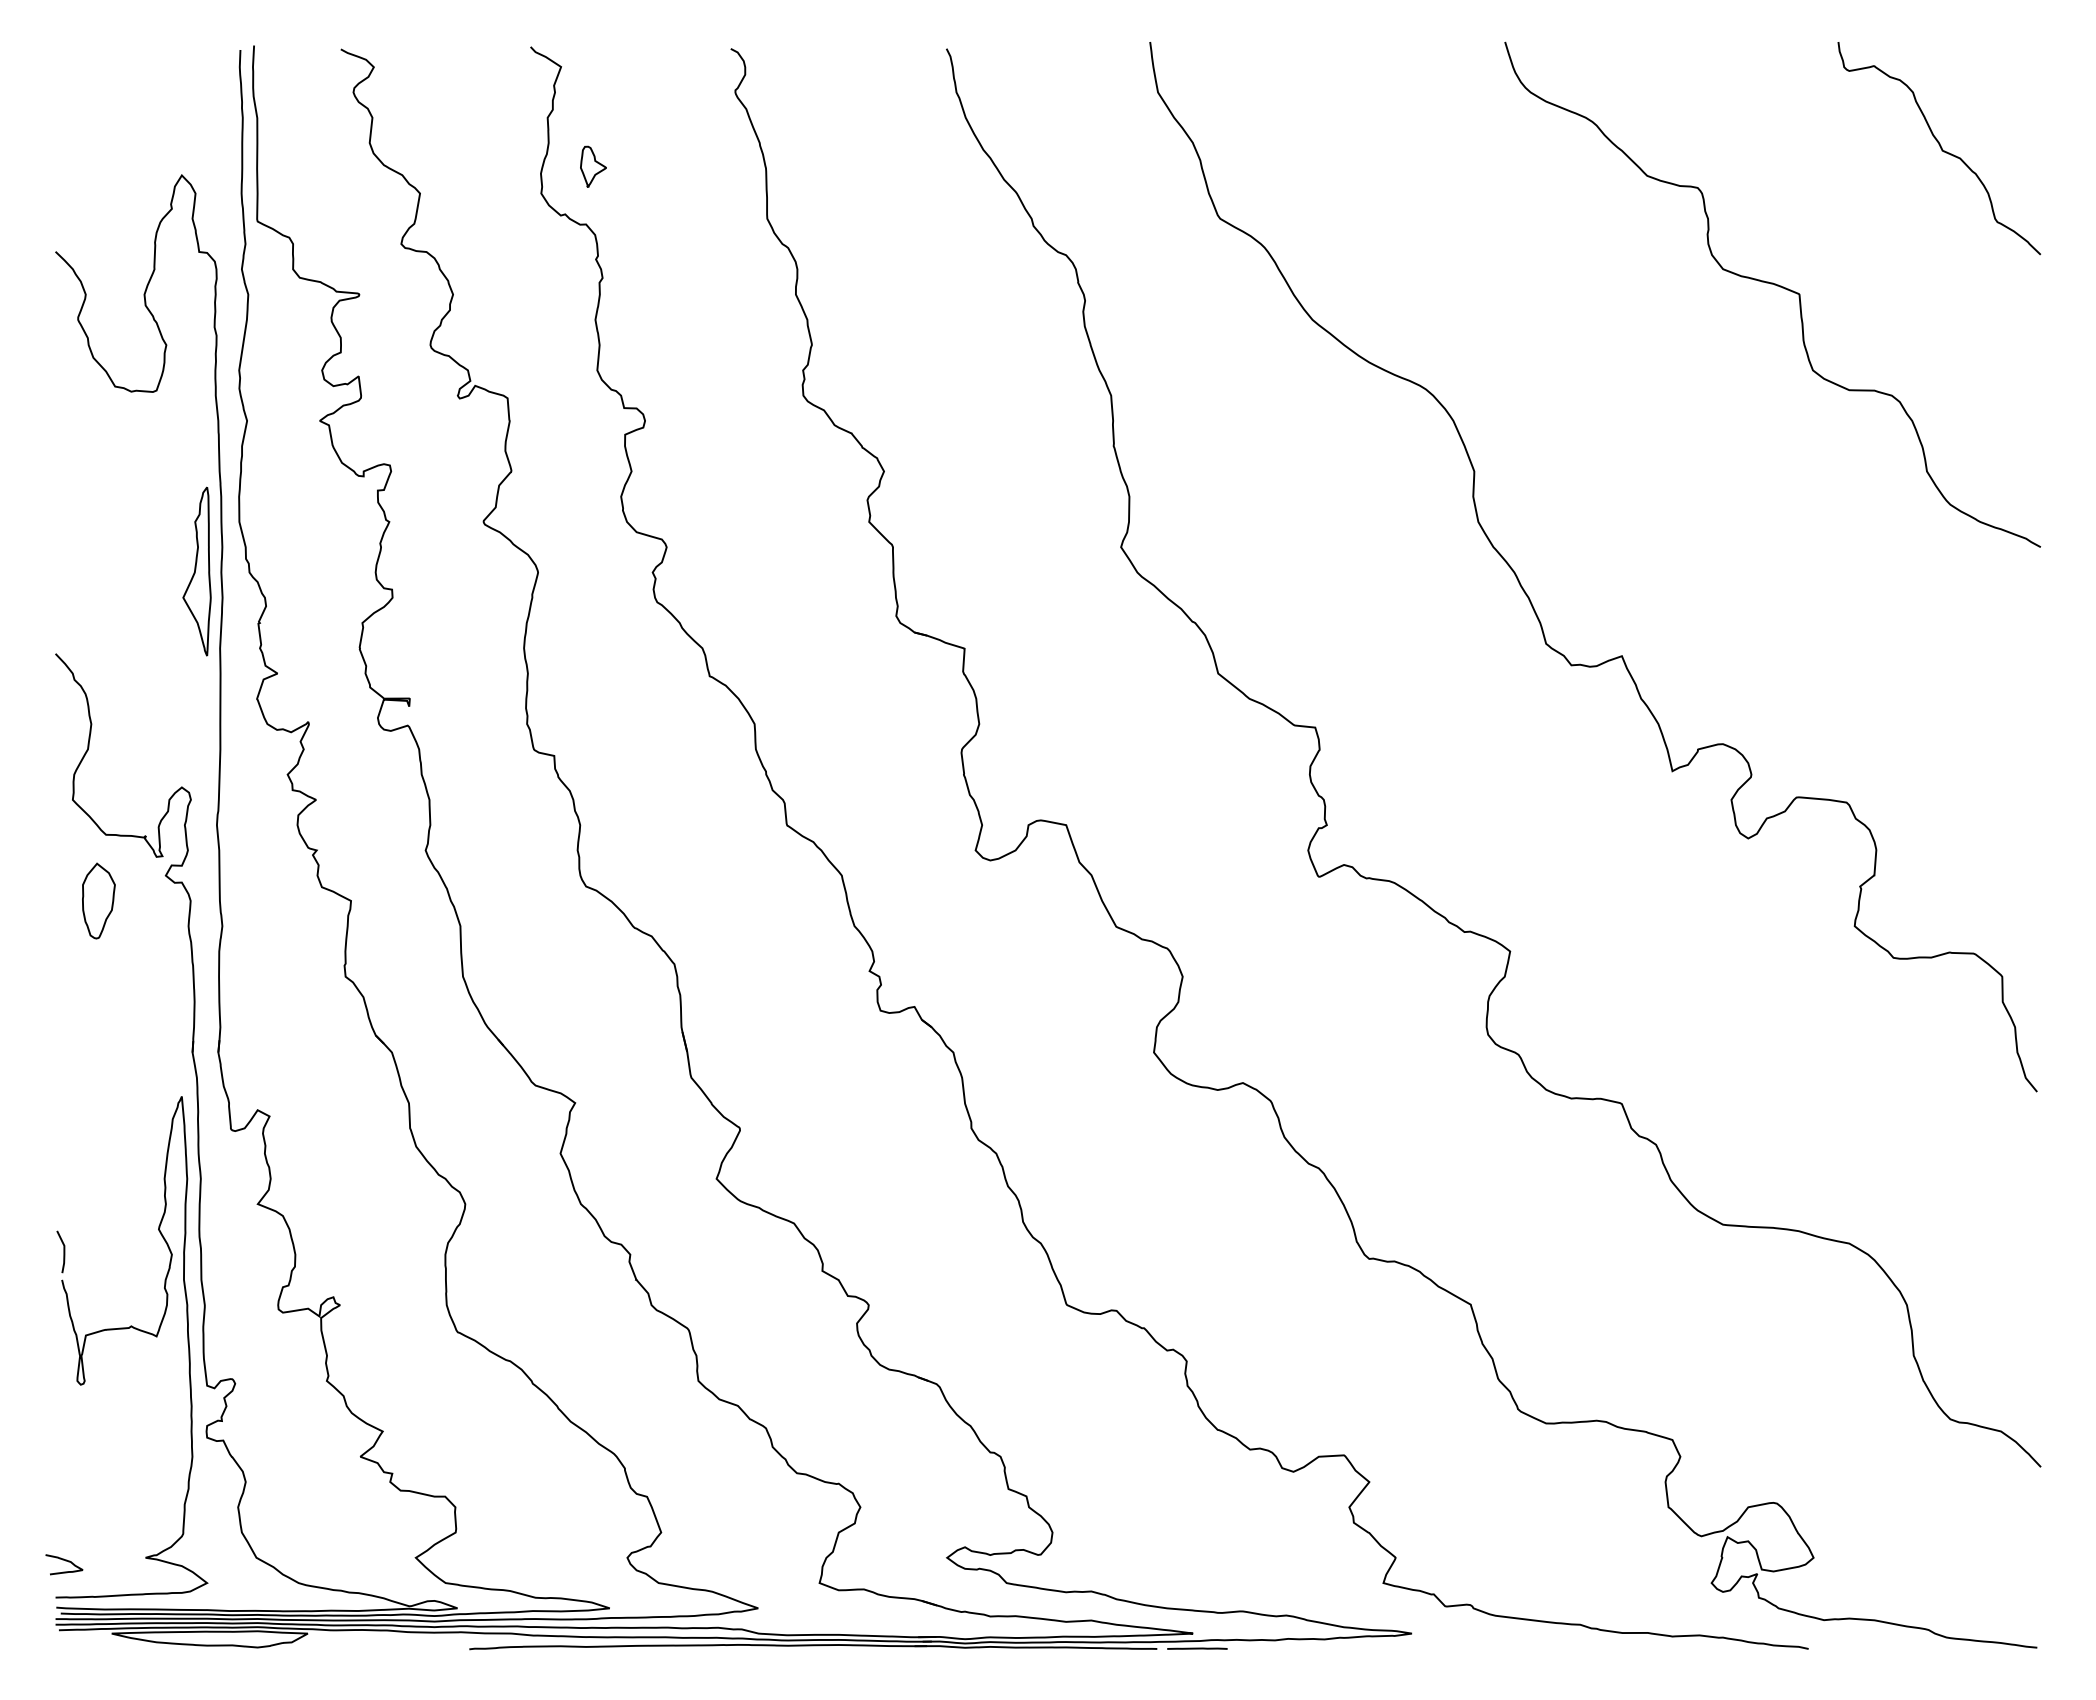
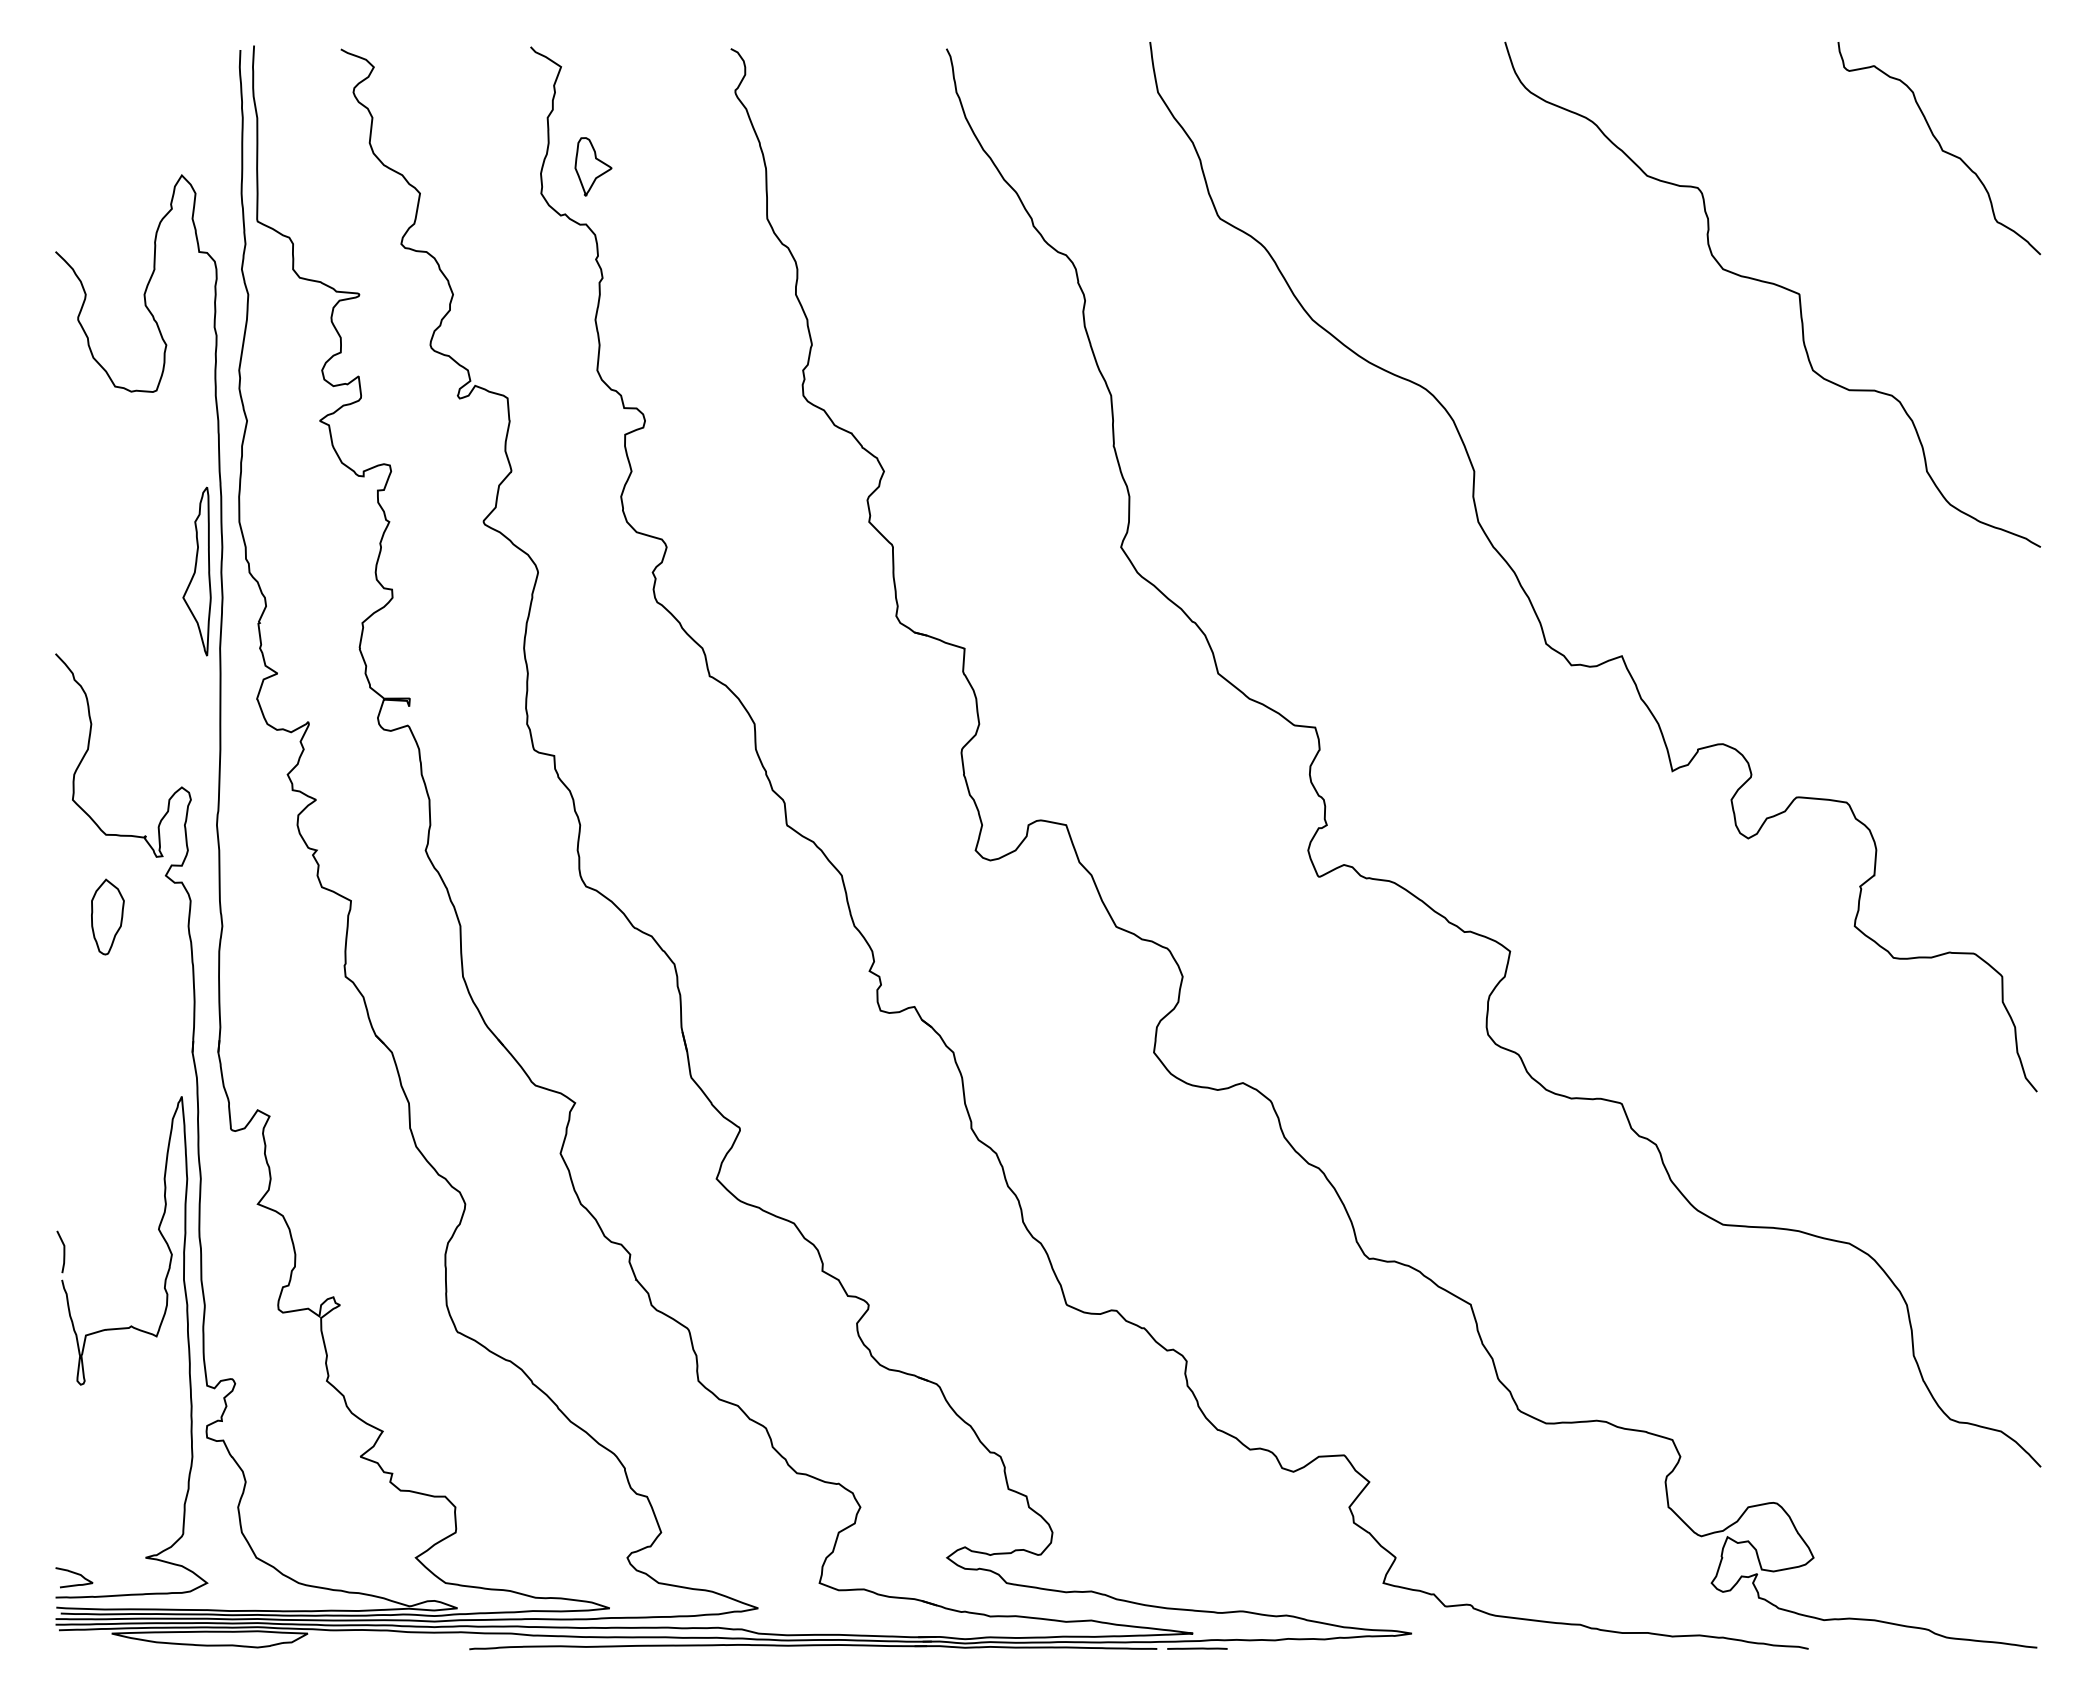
part at (593, 166) size: 27x43 px -> 39x60 px
part at (98, 900) position: (98, 900) -> (107, 916)
curve at (65, 1561) position: (65, 1561) -> (75, 1574)
